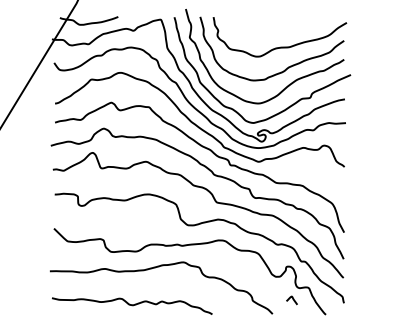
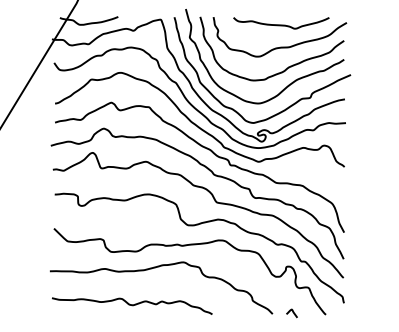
curve at (281, 24): none -> present
curve at (292, 299) position: (292, 299) -> (292, 312)
